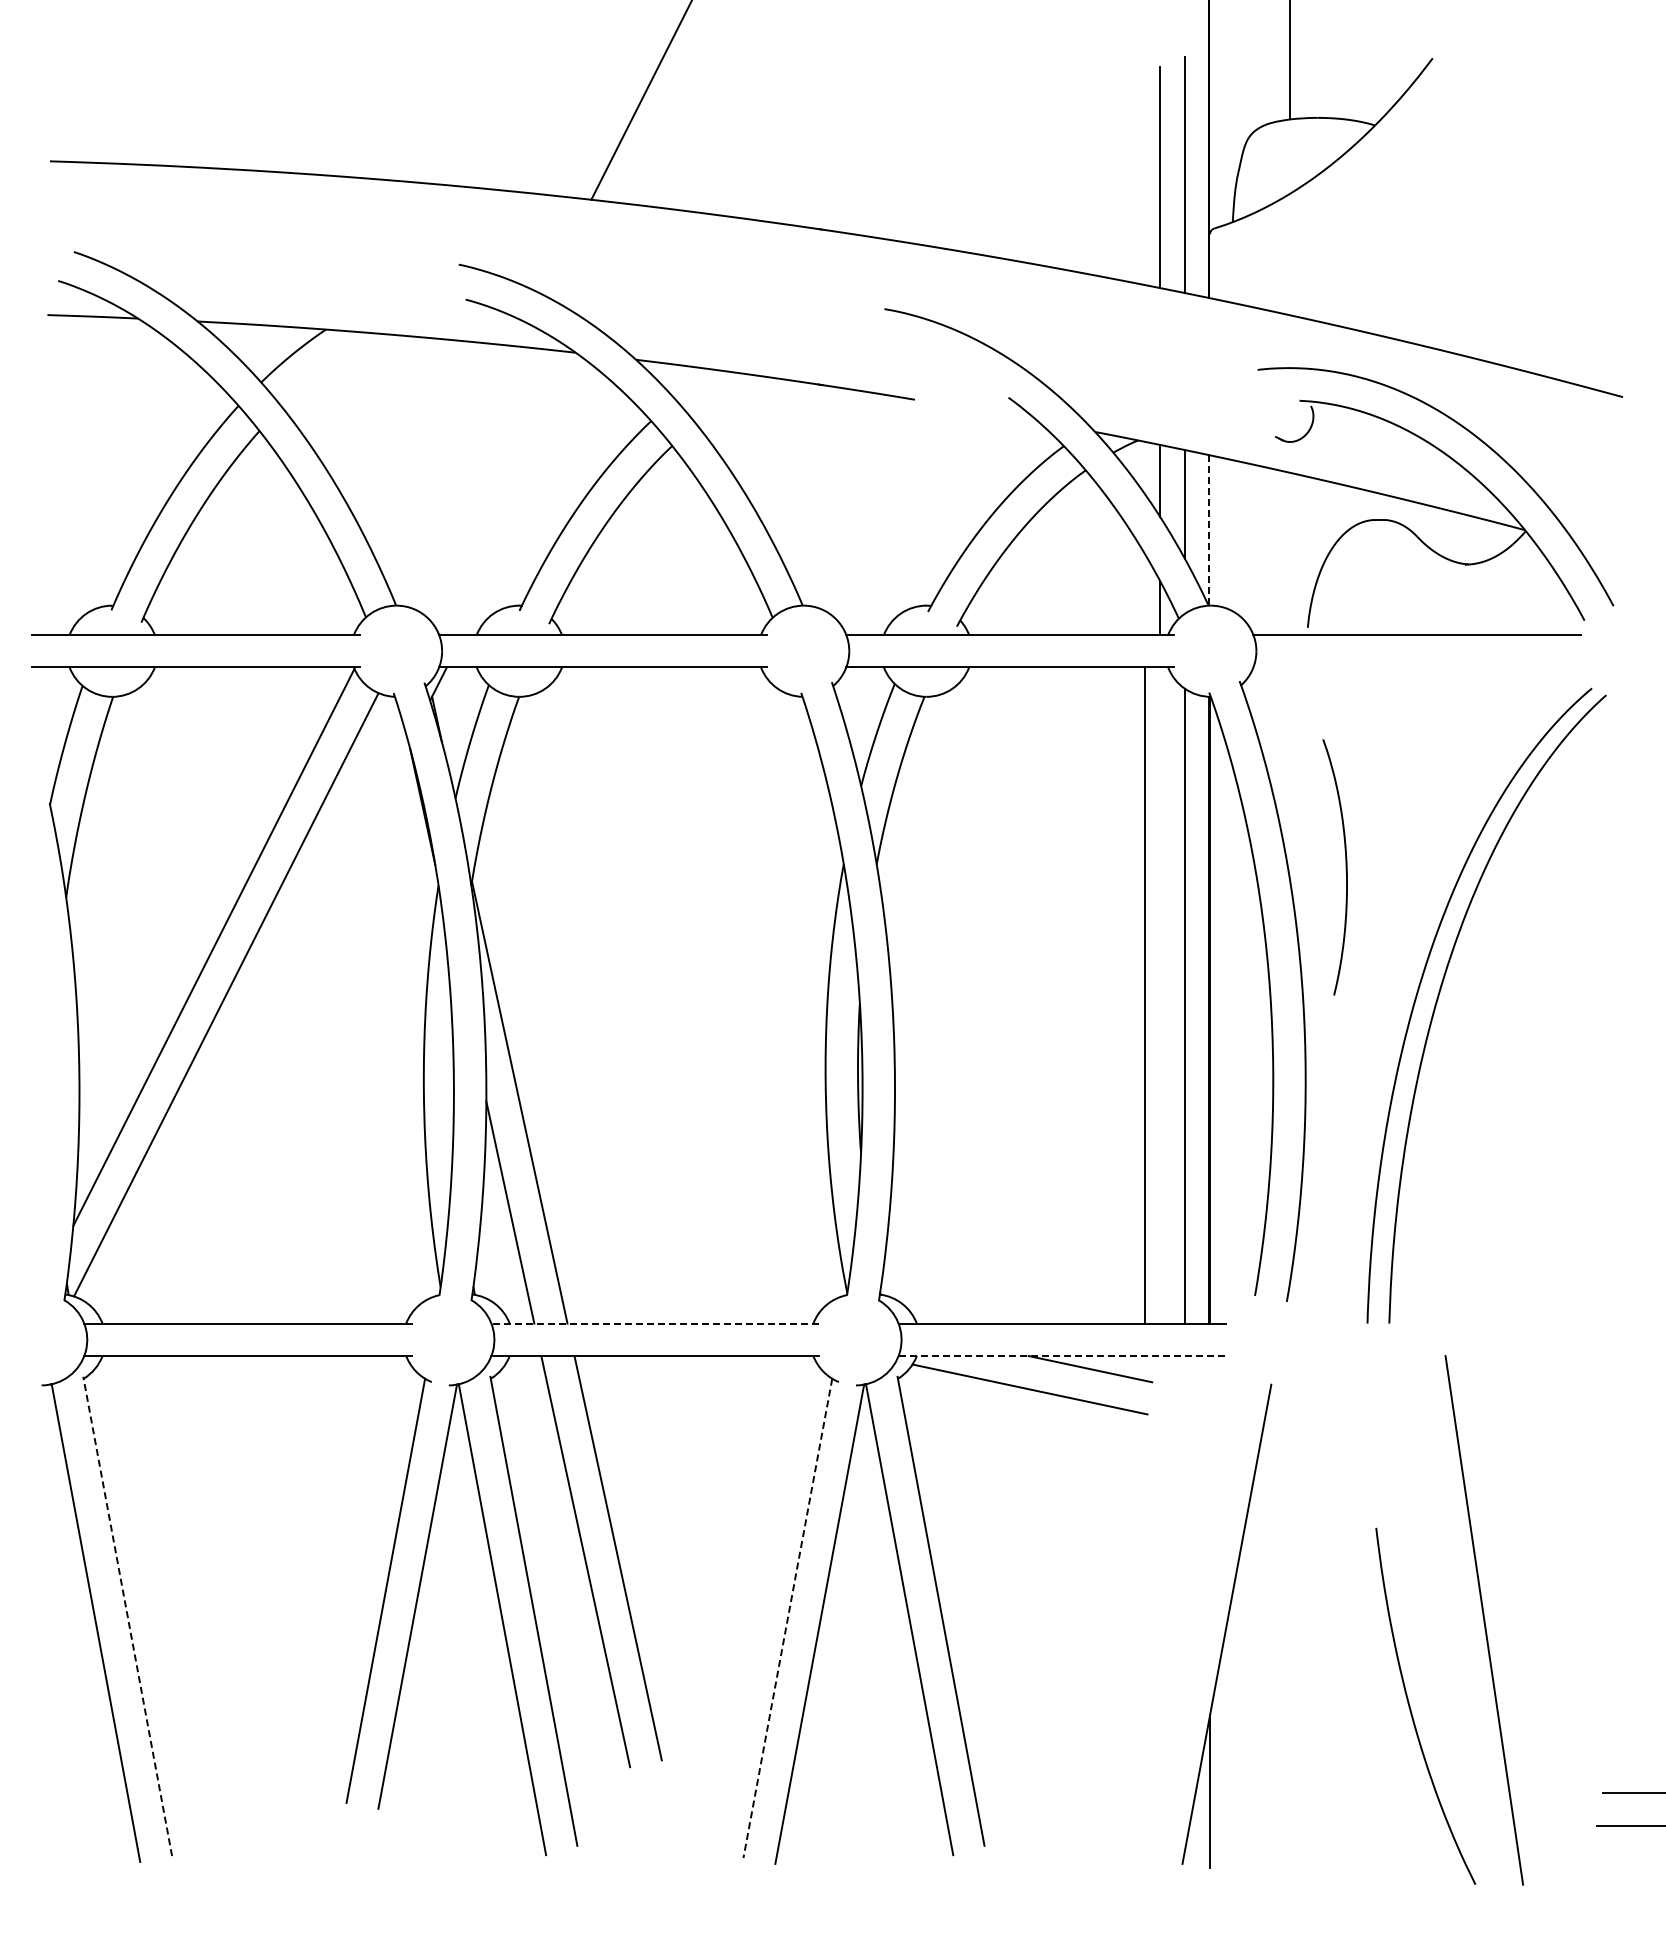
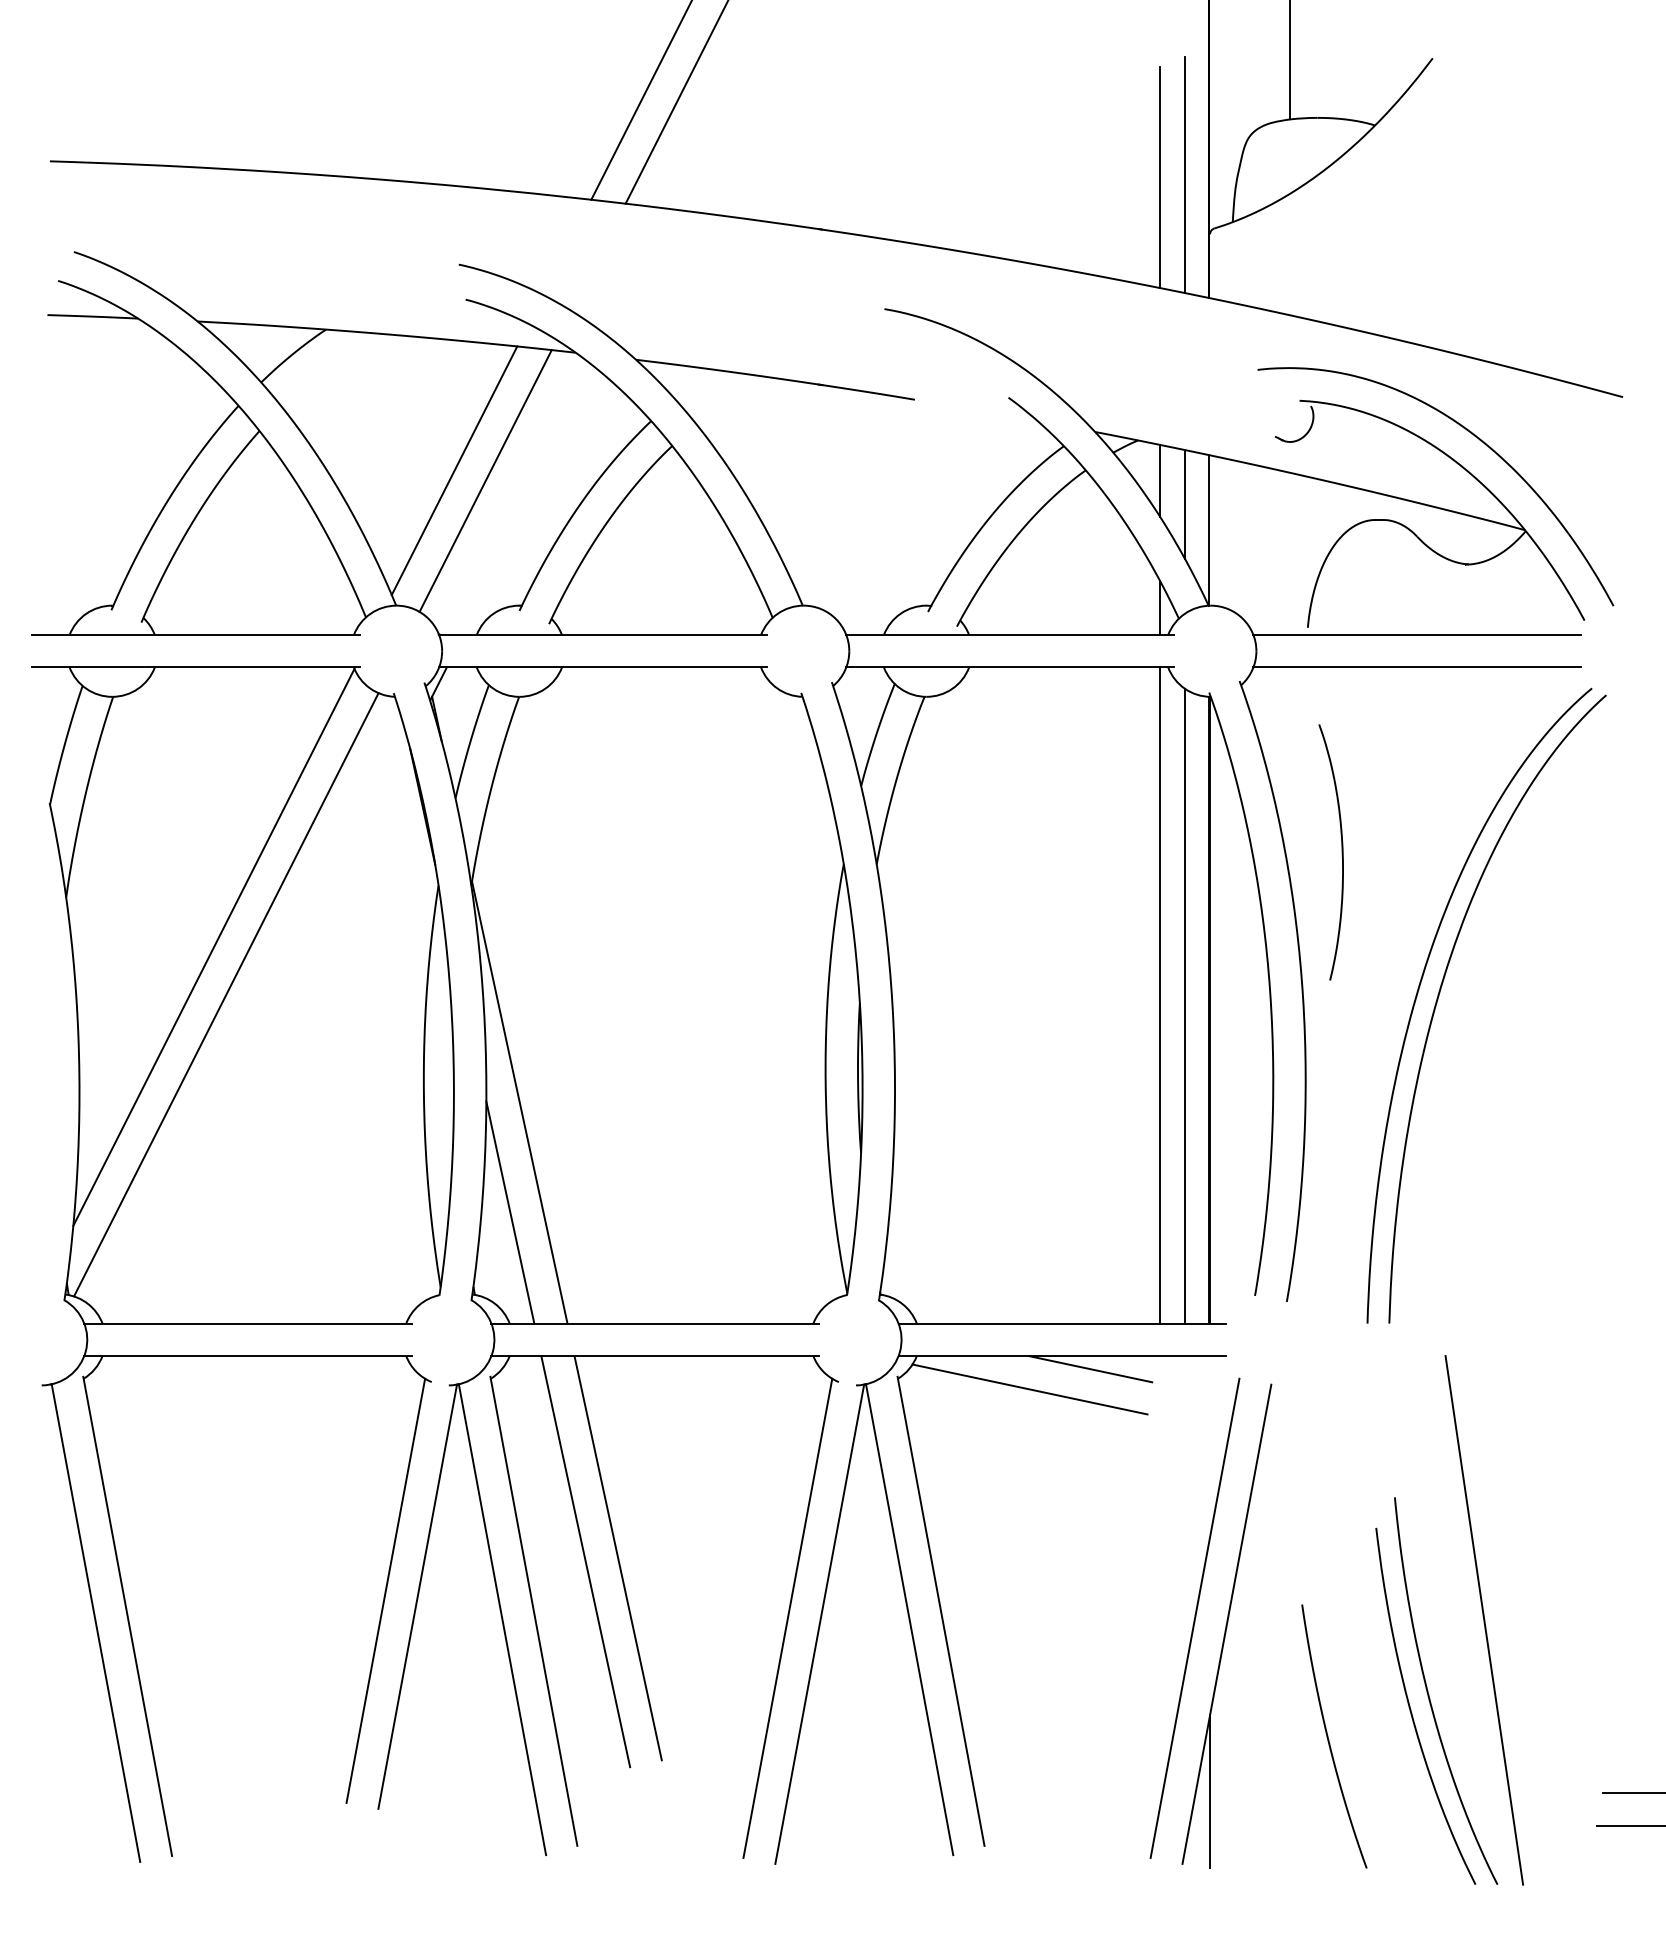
line at (676, 102): none -> present
line at (454, 470): none -> present
line at (485, 480): none -> present
line at (1209, 530): dashed -> solid
line at (1417, 667): none -> present
curve at (1345, 867) position: (1345, 867) -> (1341, 852)
line at (1145, 995) position: (1145, 995) -> (1160, 995)
line at (655, 1323): dashed -> solid
line at (1062, 1356): dashed -> solid
line at (127, 1616): dashed -> solid
line at (787, 1618): dashed -> solid
line at (1194, 1618): none -> present
curve at (1429, 1694): none -> present
curve at (1329, 1739): none -> present
